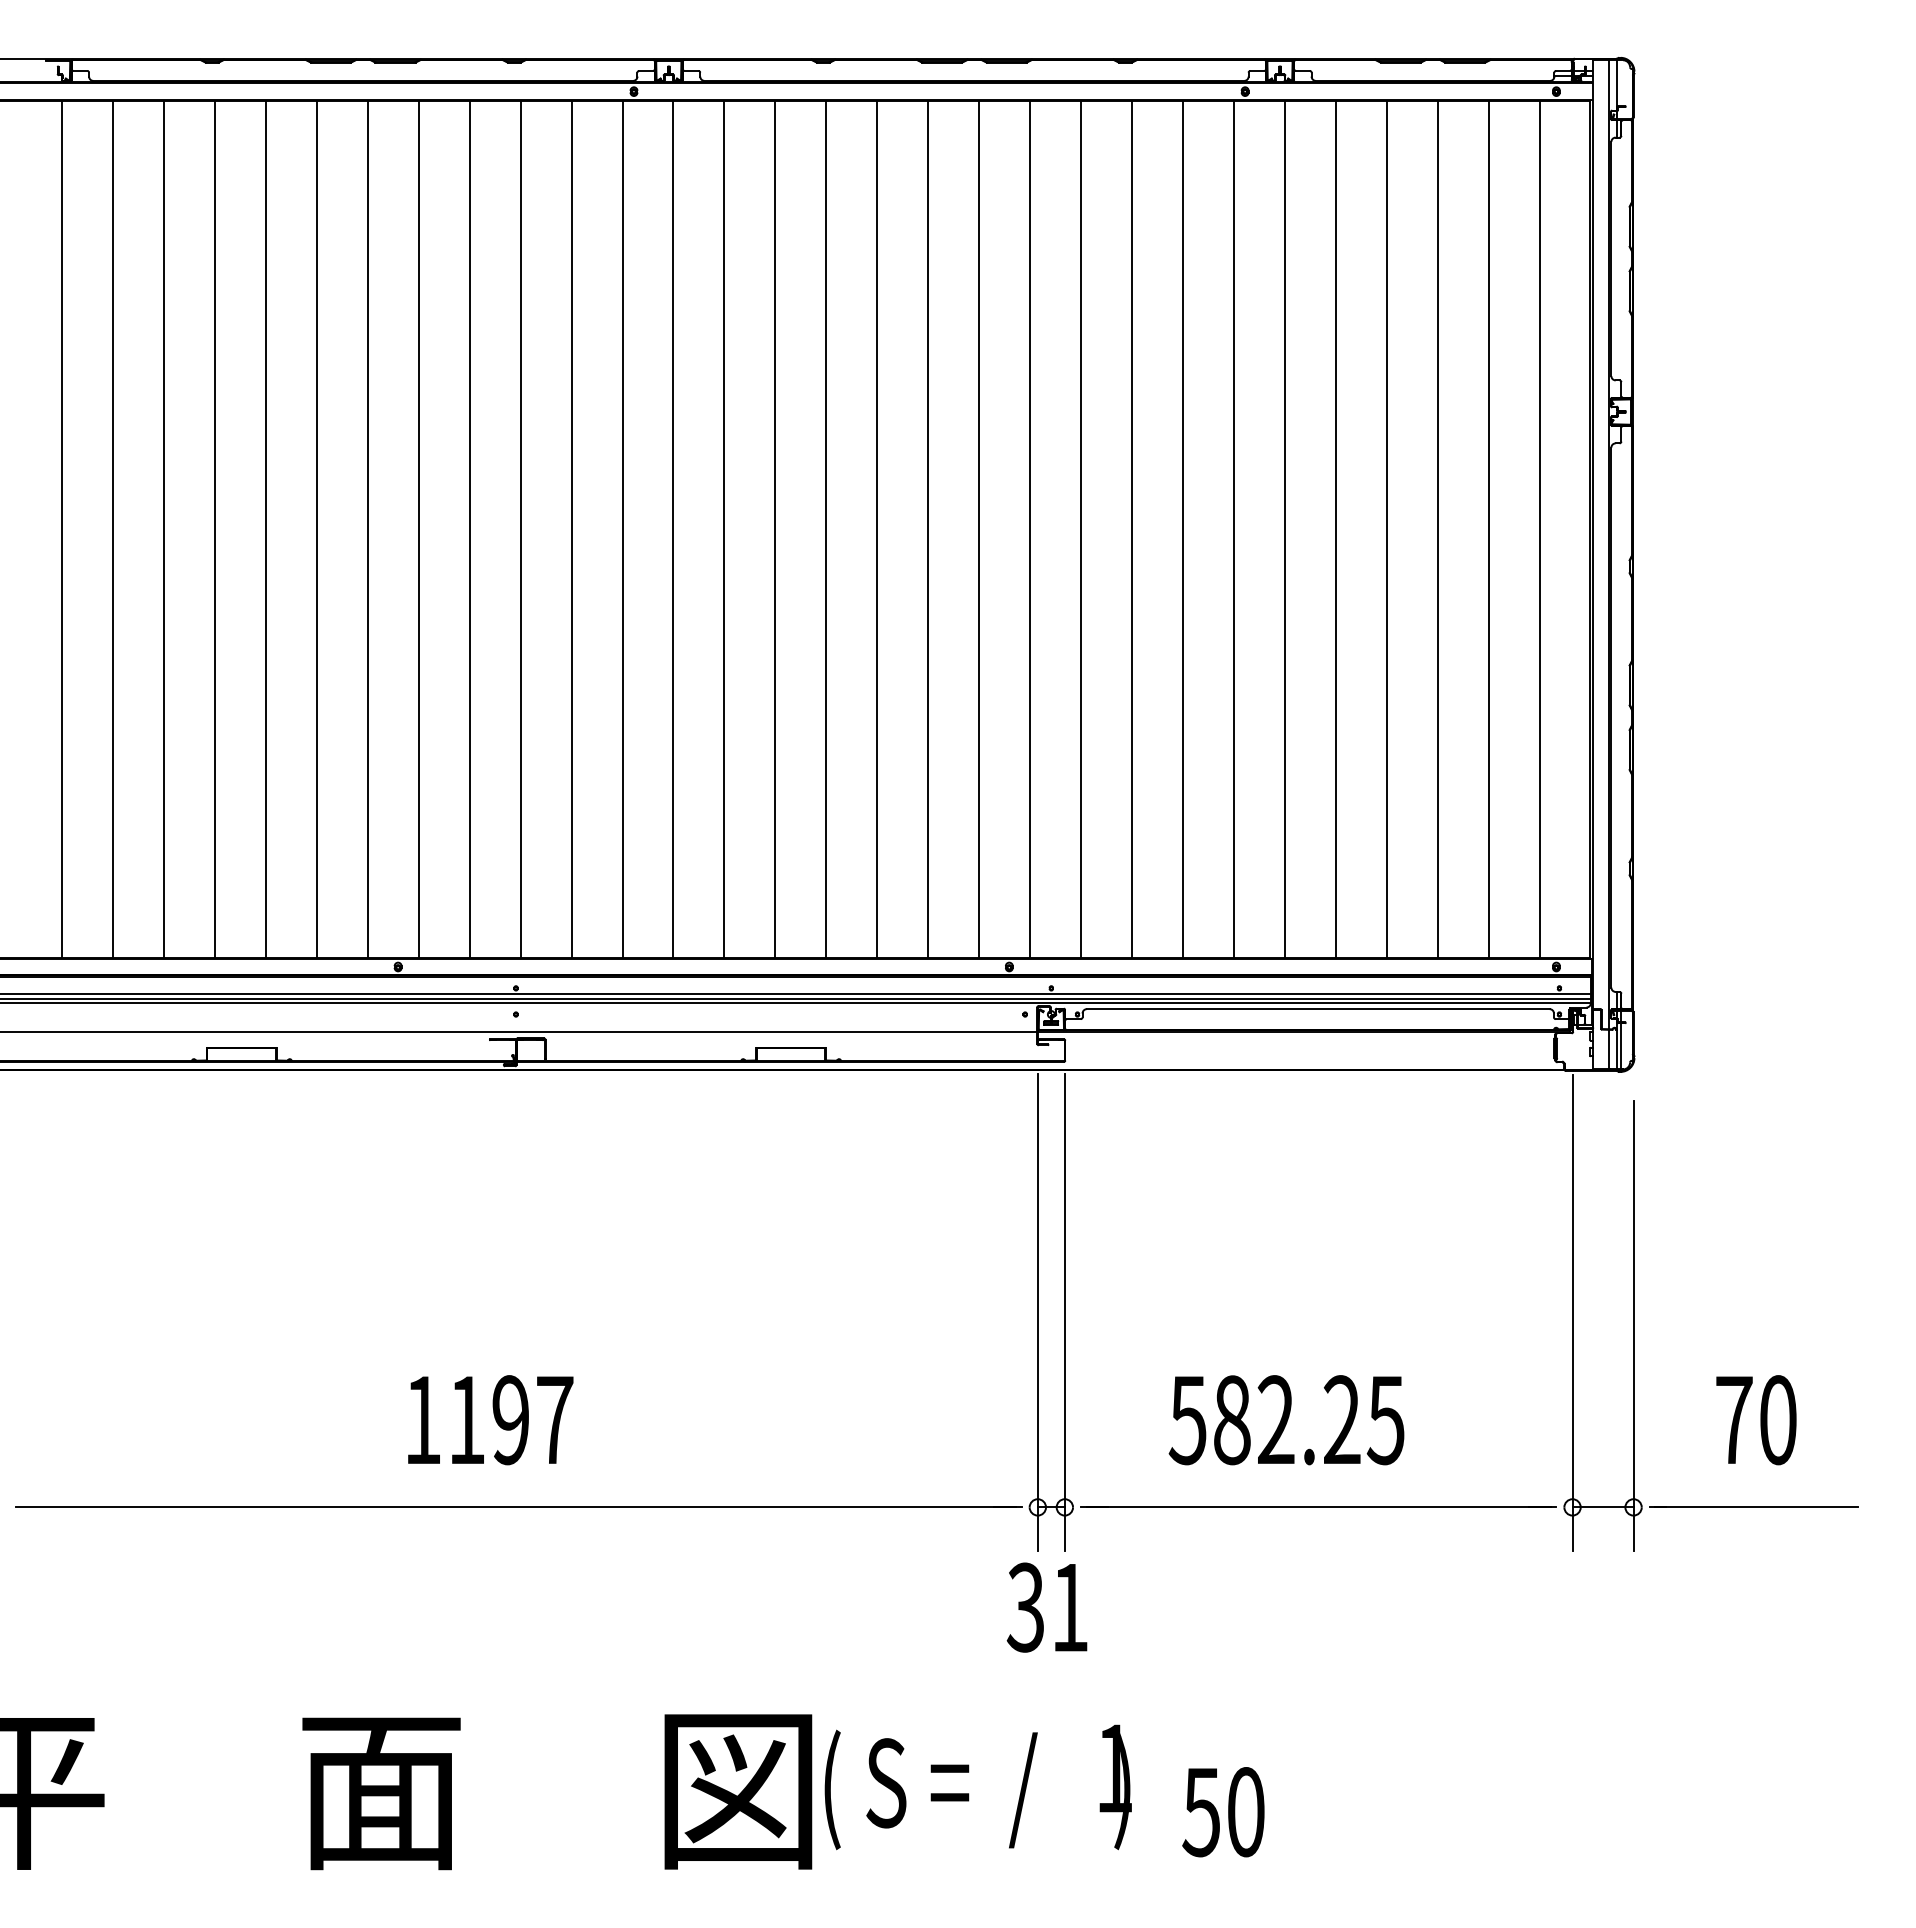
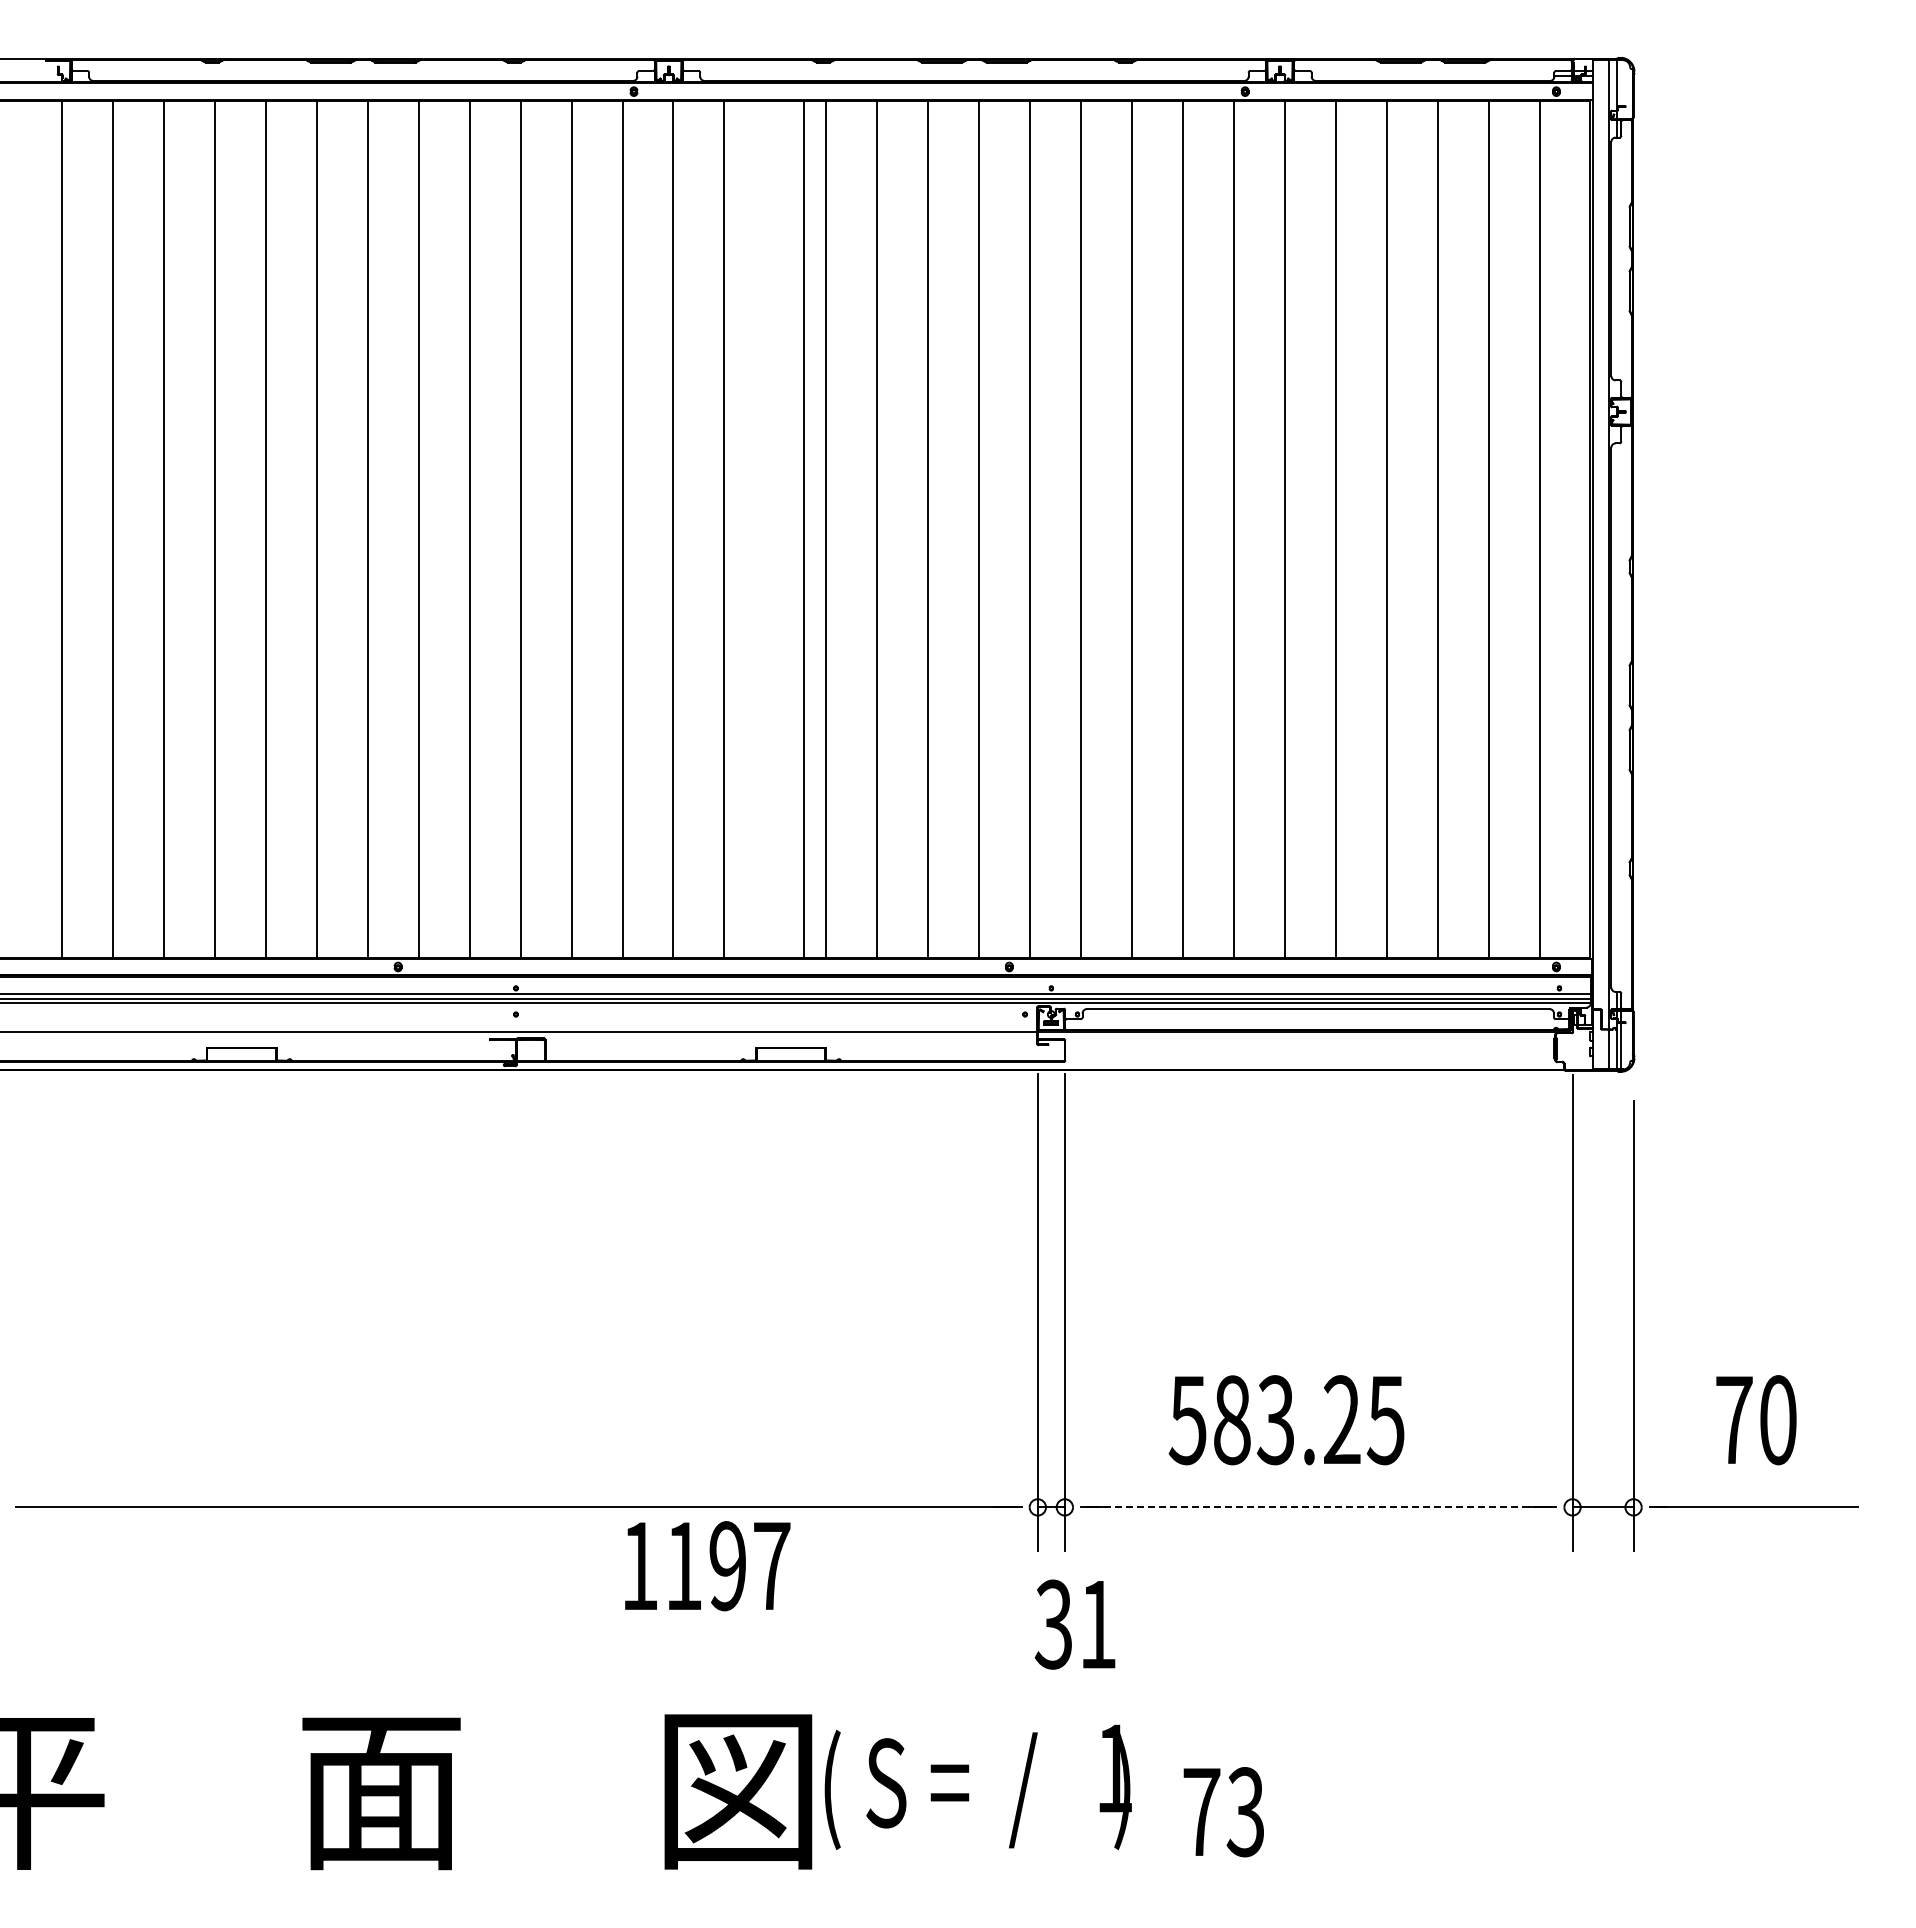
line at (775, 529) position: (775, 529) -> (804, 529)
text at (490, 1420) position: (490, 1420) -> (707, 1566)
text at (1275, 1420): 582.25 -> 583.25
line at (1318, 1507): solid -> dashed
text at (1046, 1607) position: (1046, 1607) -> (1074, 1624)
text at (1223, 1812): 50 -> 73
